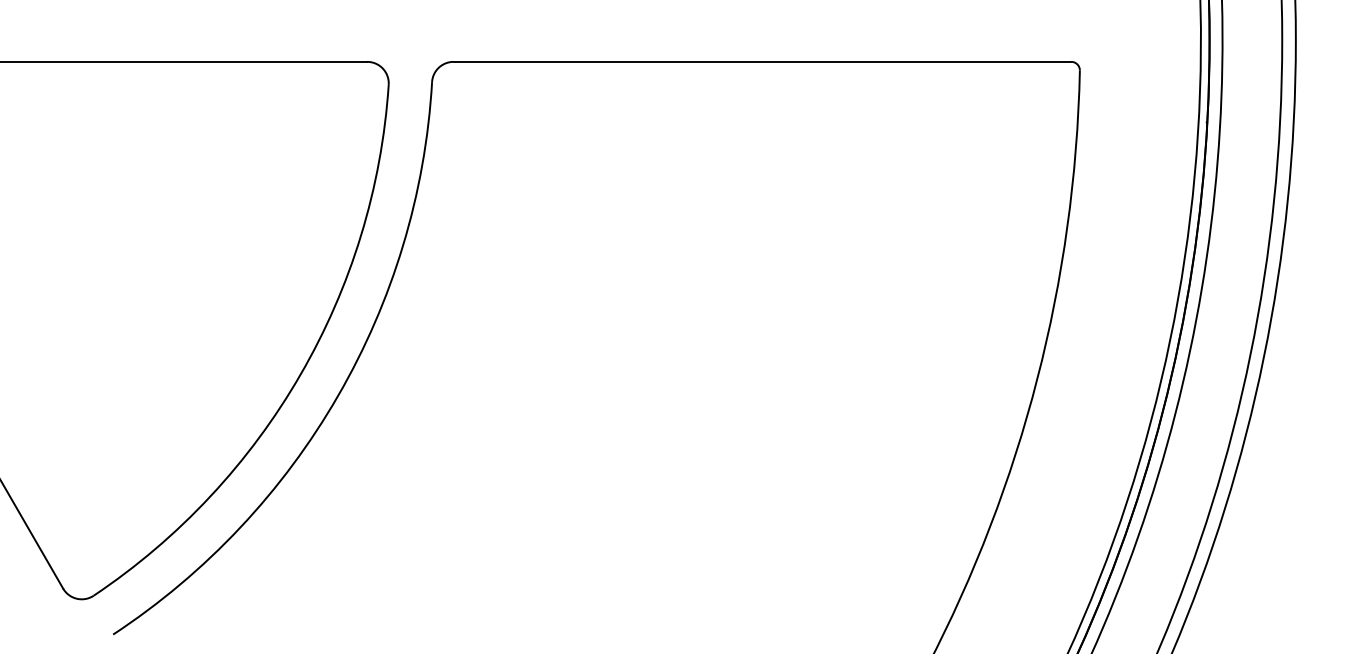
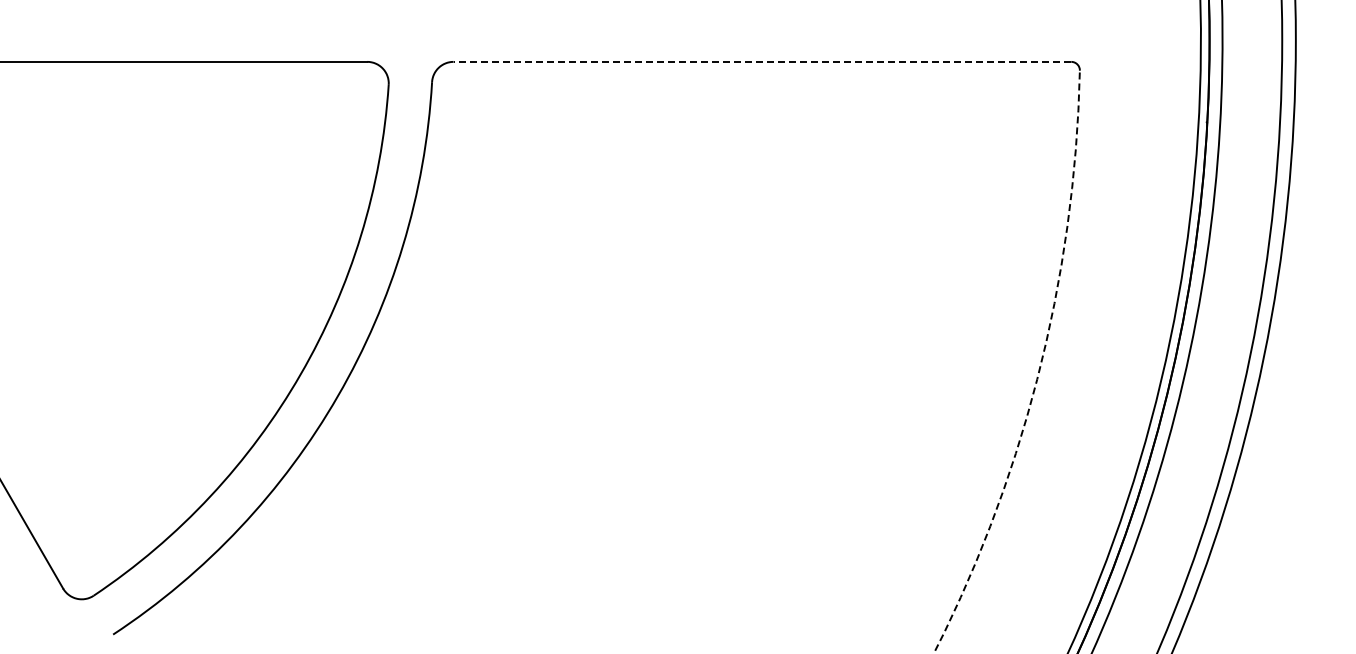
line at (762, 61): solid -> dashed
arc at (1038, 372): solid -> dashed
